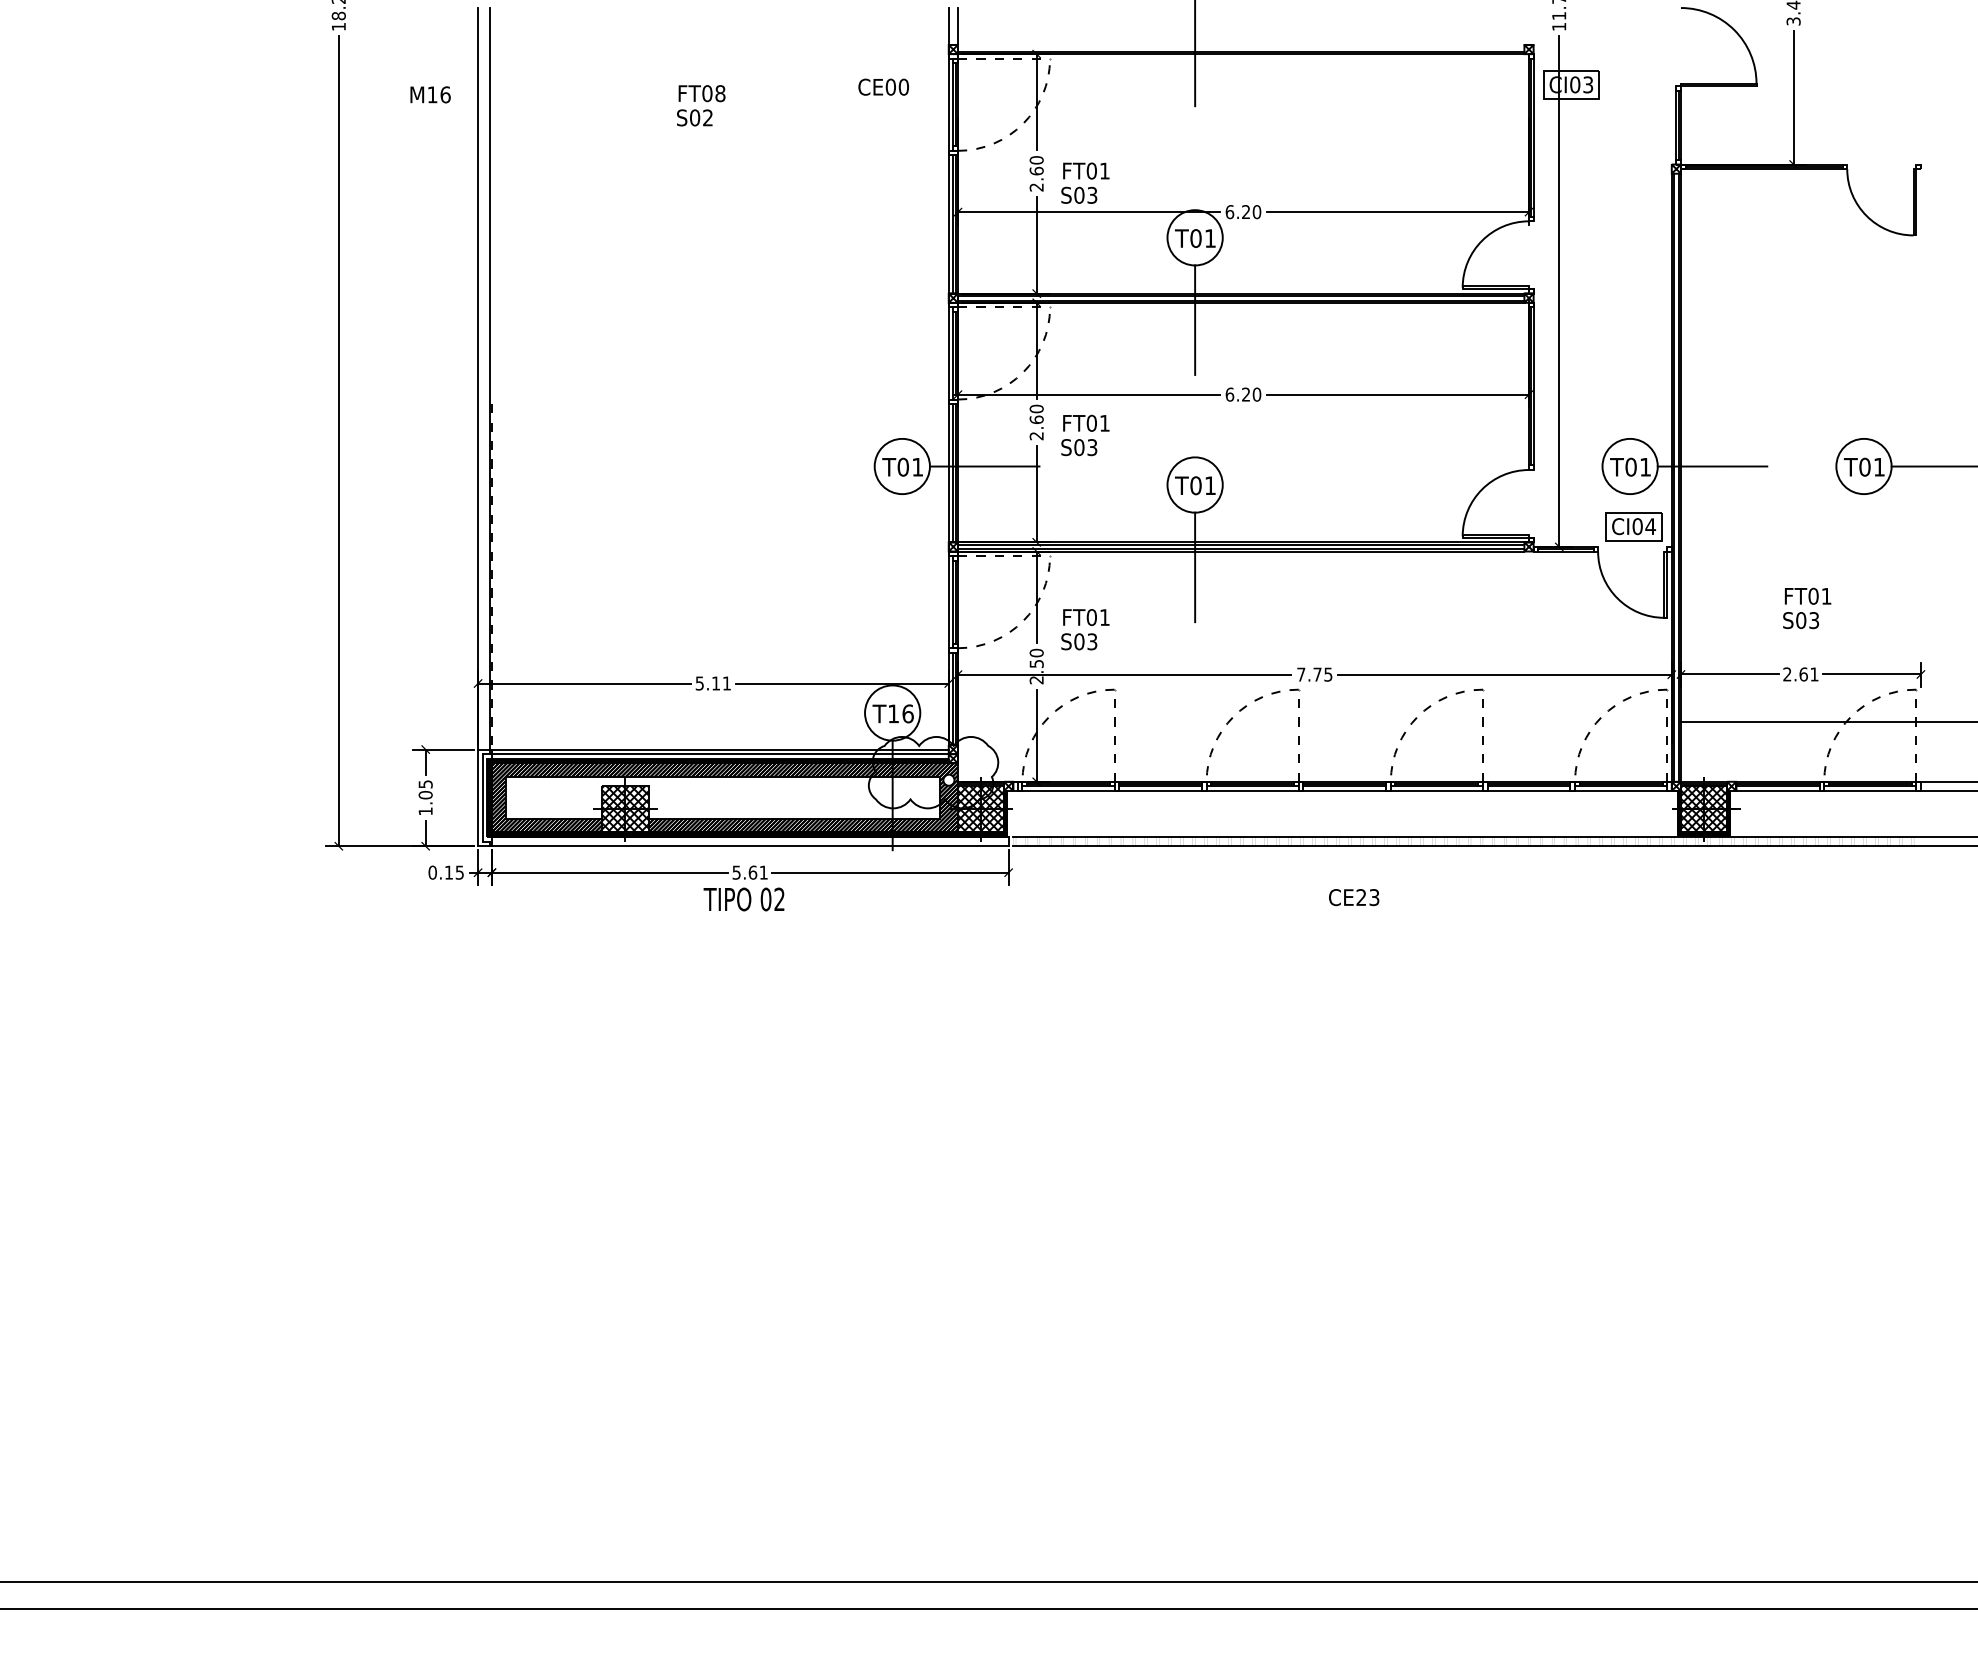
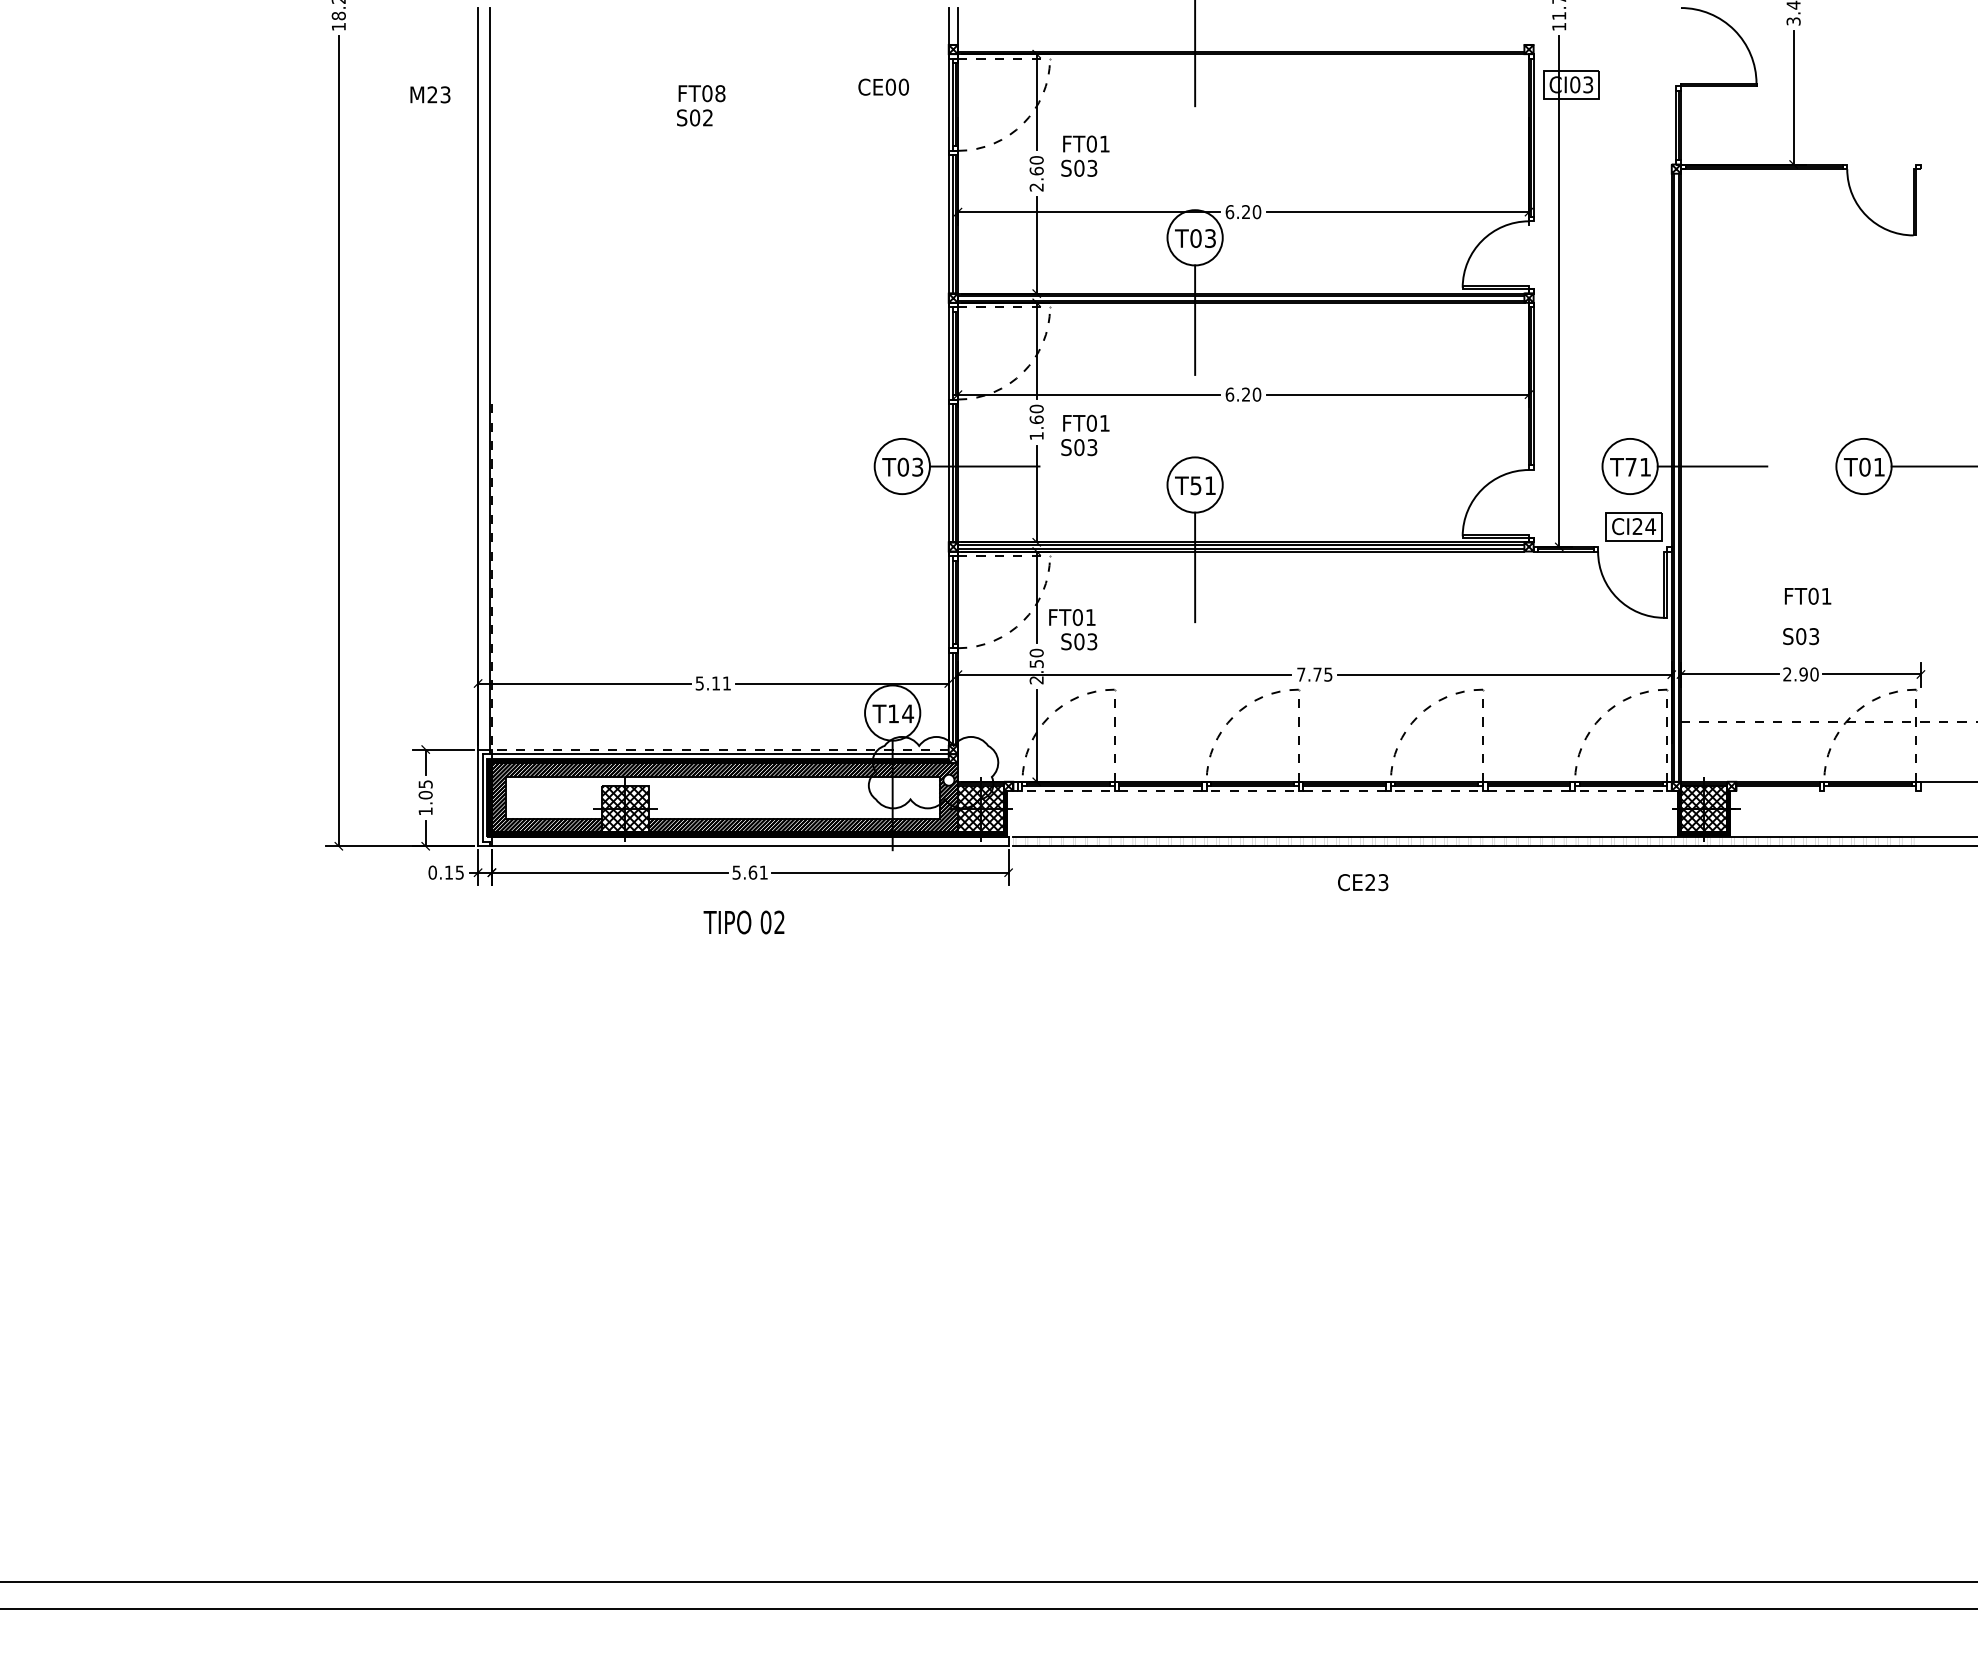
text at (438, 94): M16 -> M23
text at (1085, 182) position: (1085, 182) -> (1085, 155)
text at (1210, 238): T01 -> T03
text at (1036, 436): 2.60 -> 1.60
text at (917, 466): T01 -> T03
text at (1630, 466): T01 -> T71
text at (1195, 485): T01 -> T51
text at (1637, 526): CI04 -> CI24
text at (1086, 617) position: (1086, 617) -> (1072, 617)
text at (1800, 620) position: (1800, 620) -> (1800, 636)
text at (1808, 674): 2.61 -> 2.90
text at (908, 713): T16 -> T14
line at (1829, 722): solid -> dashed
line at (719, 749): solid -> dashed
line at (1347, 791): solid -> dashed
line at (1855, 791): present -> none
text at (1354, 897) position: (1354, 897) -> (1363, 882)
text at (743, 899) position: (743, 899) -> (743, 922)
